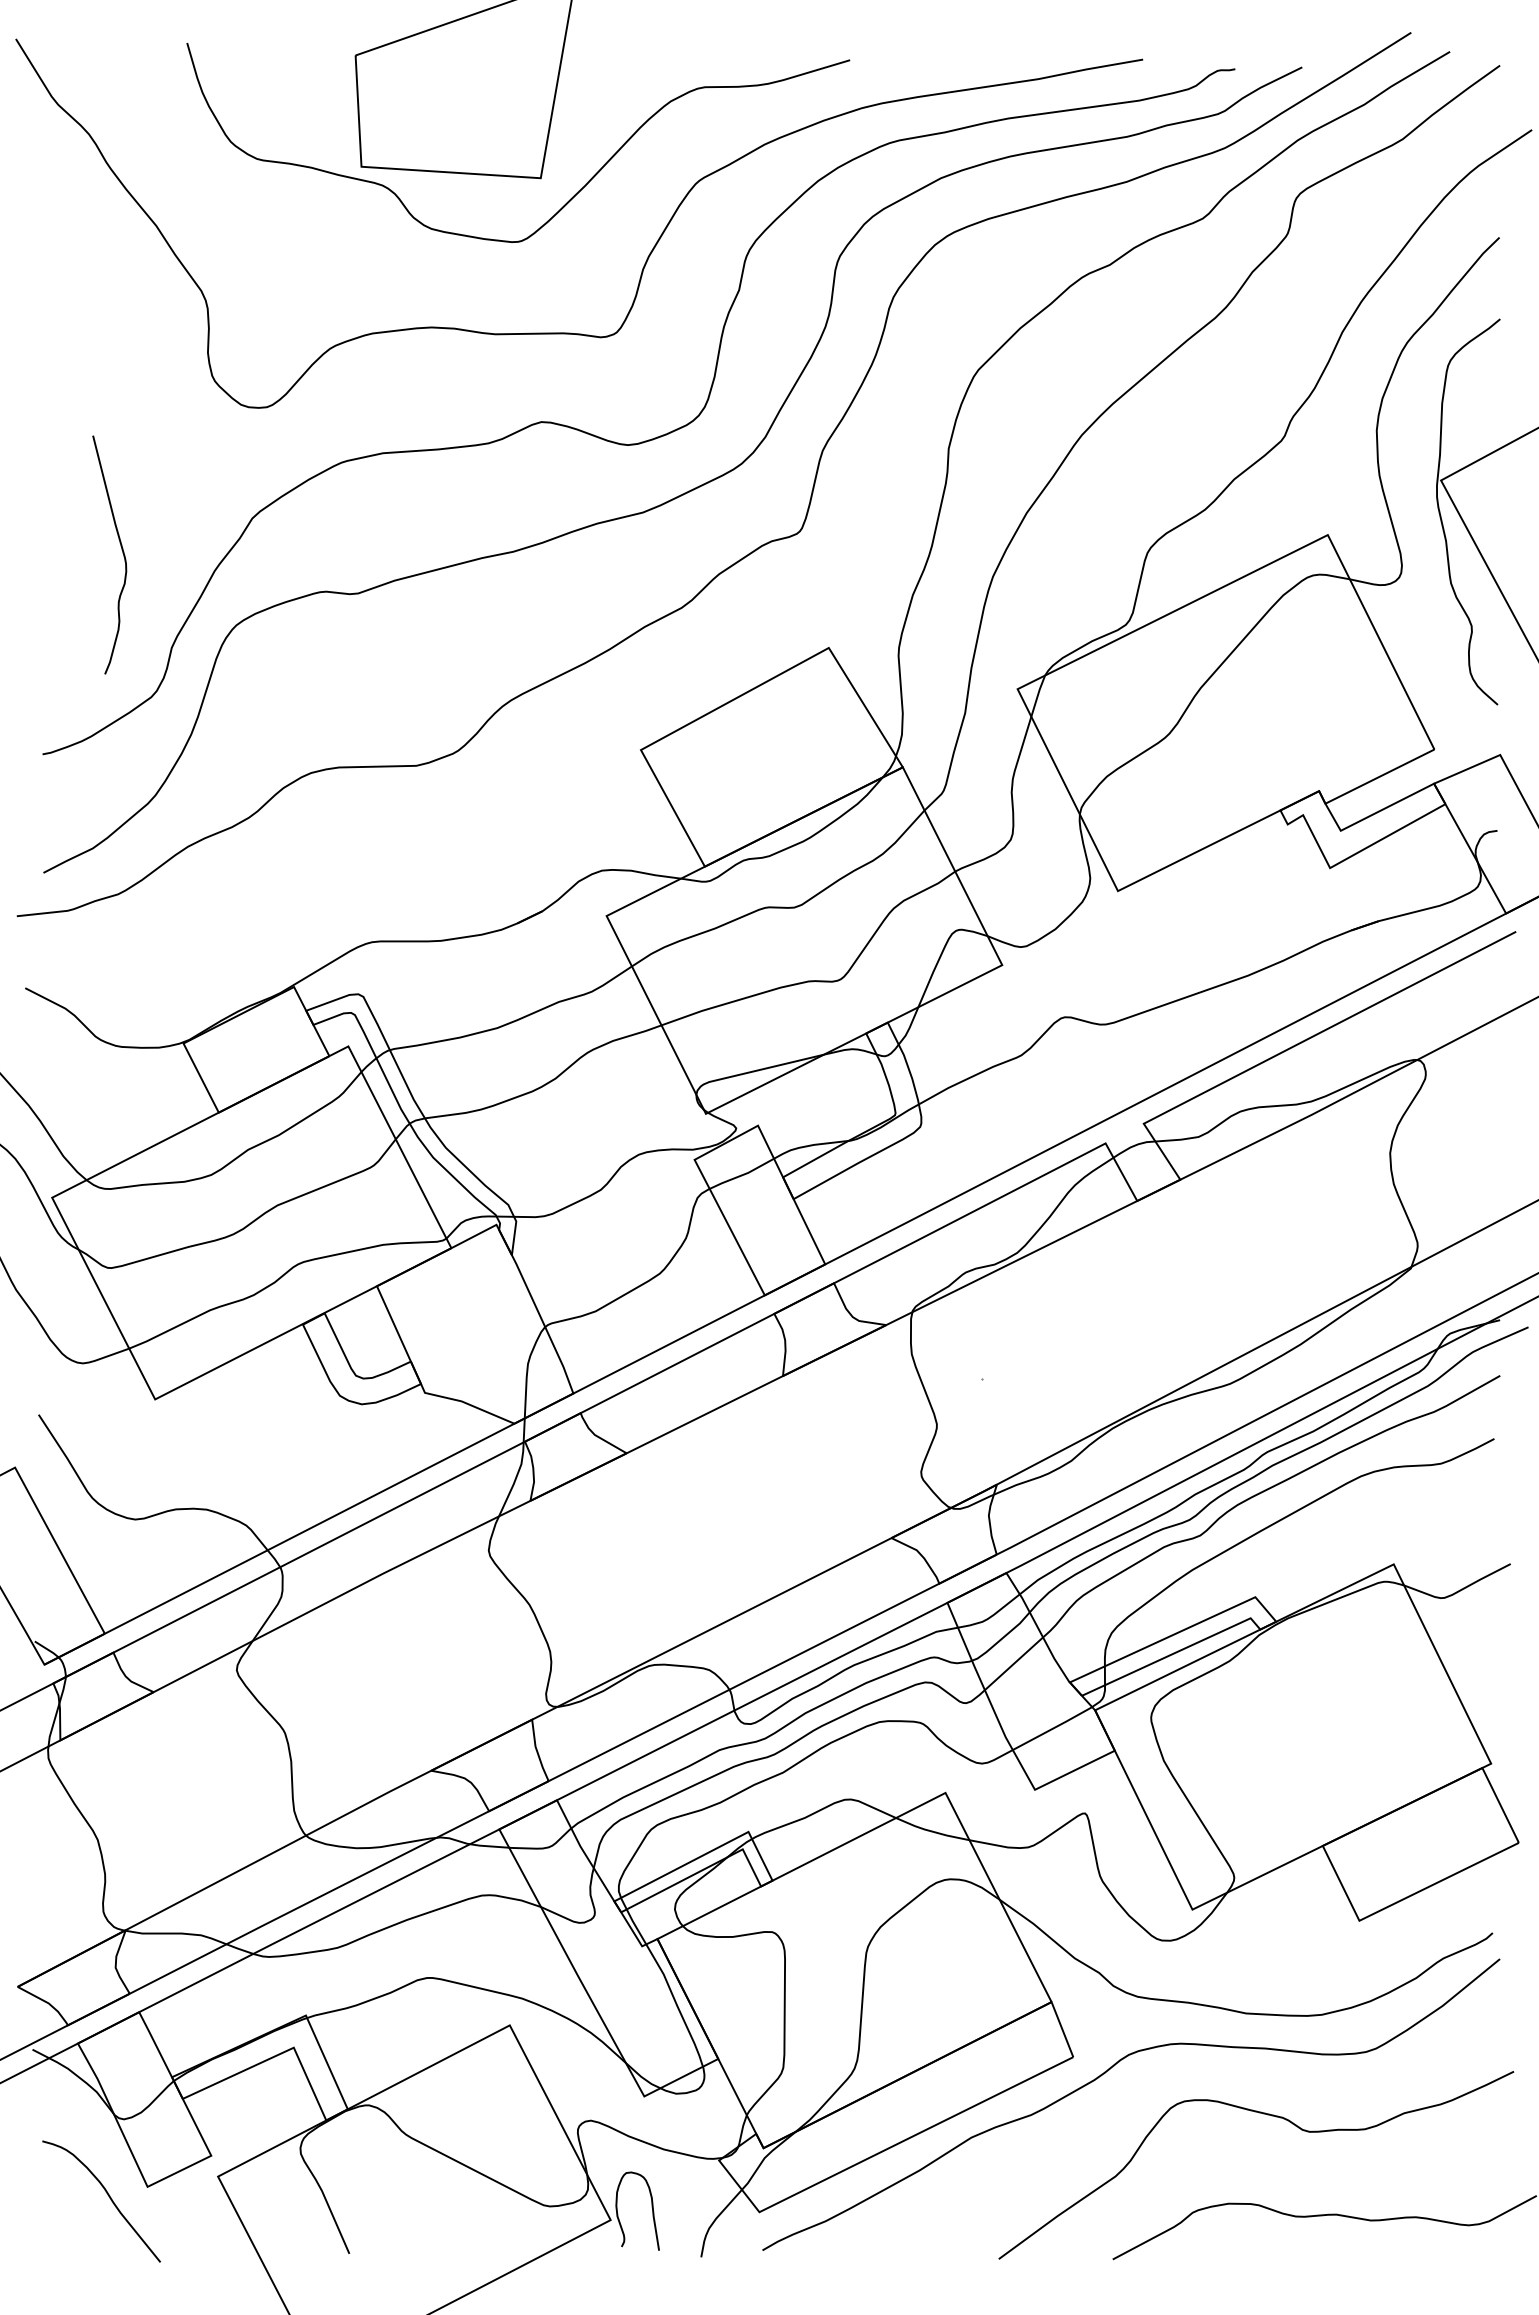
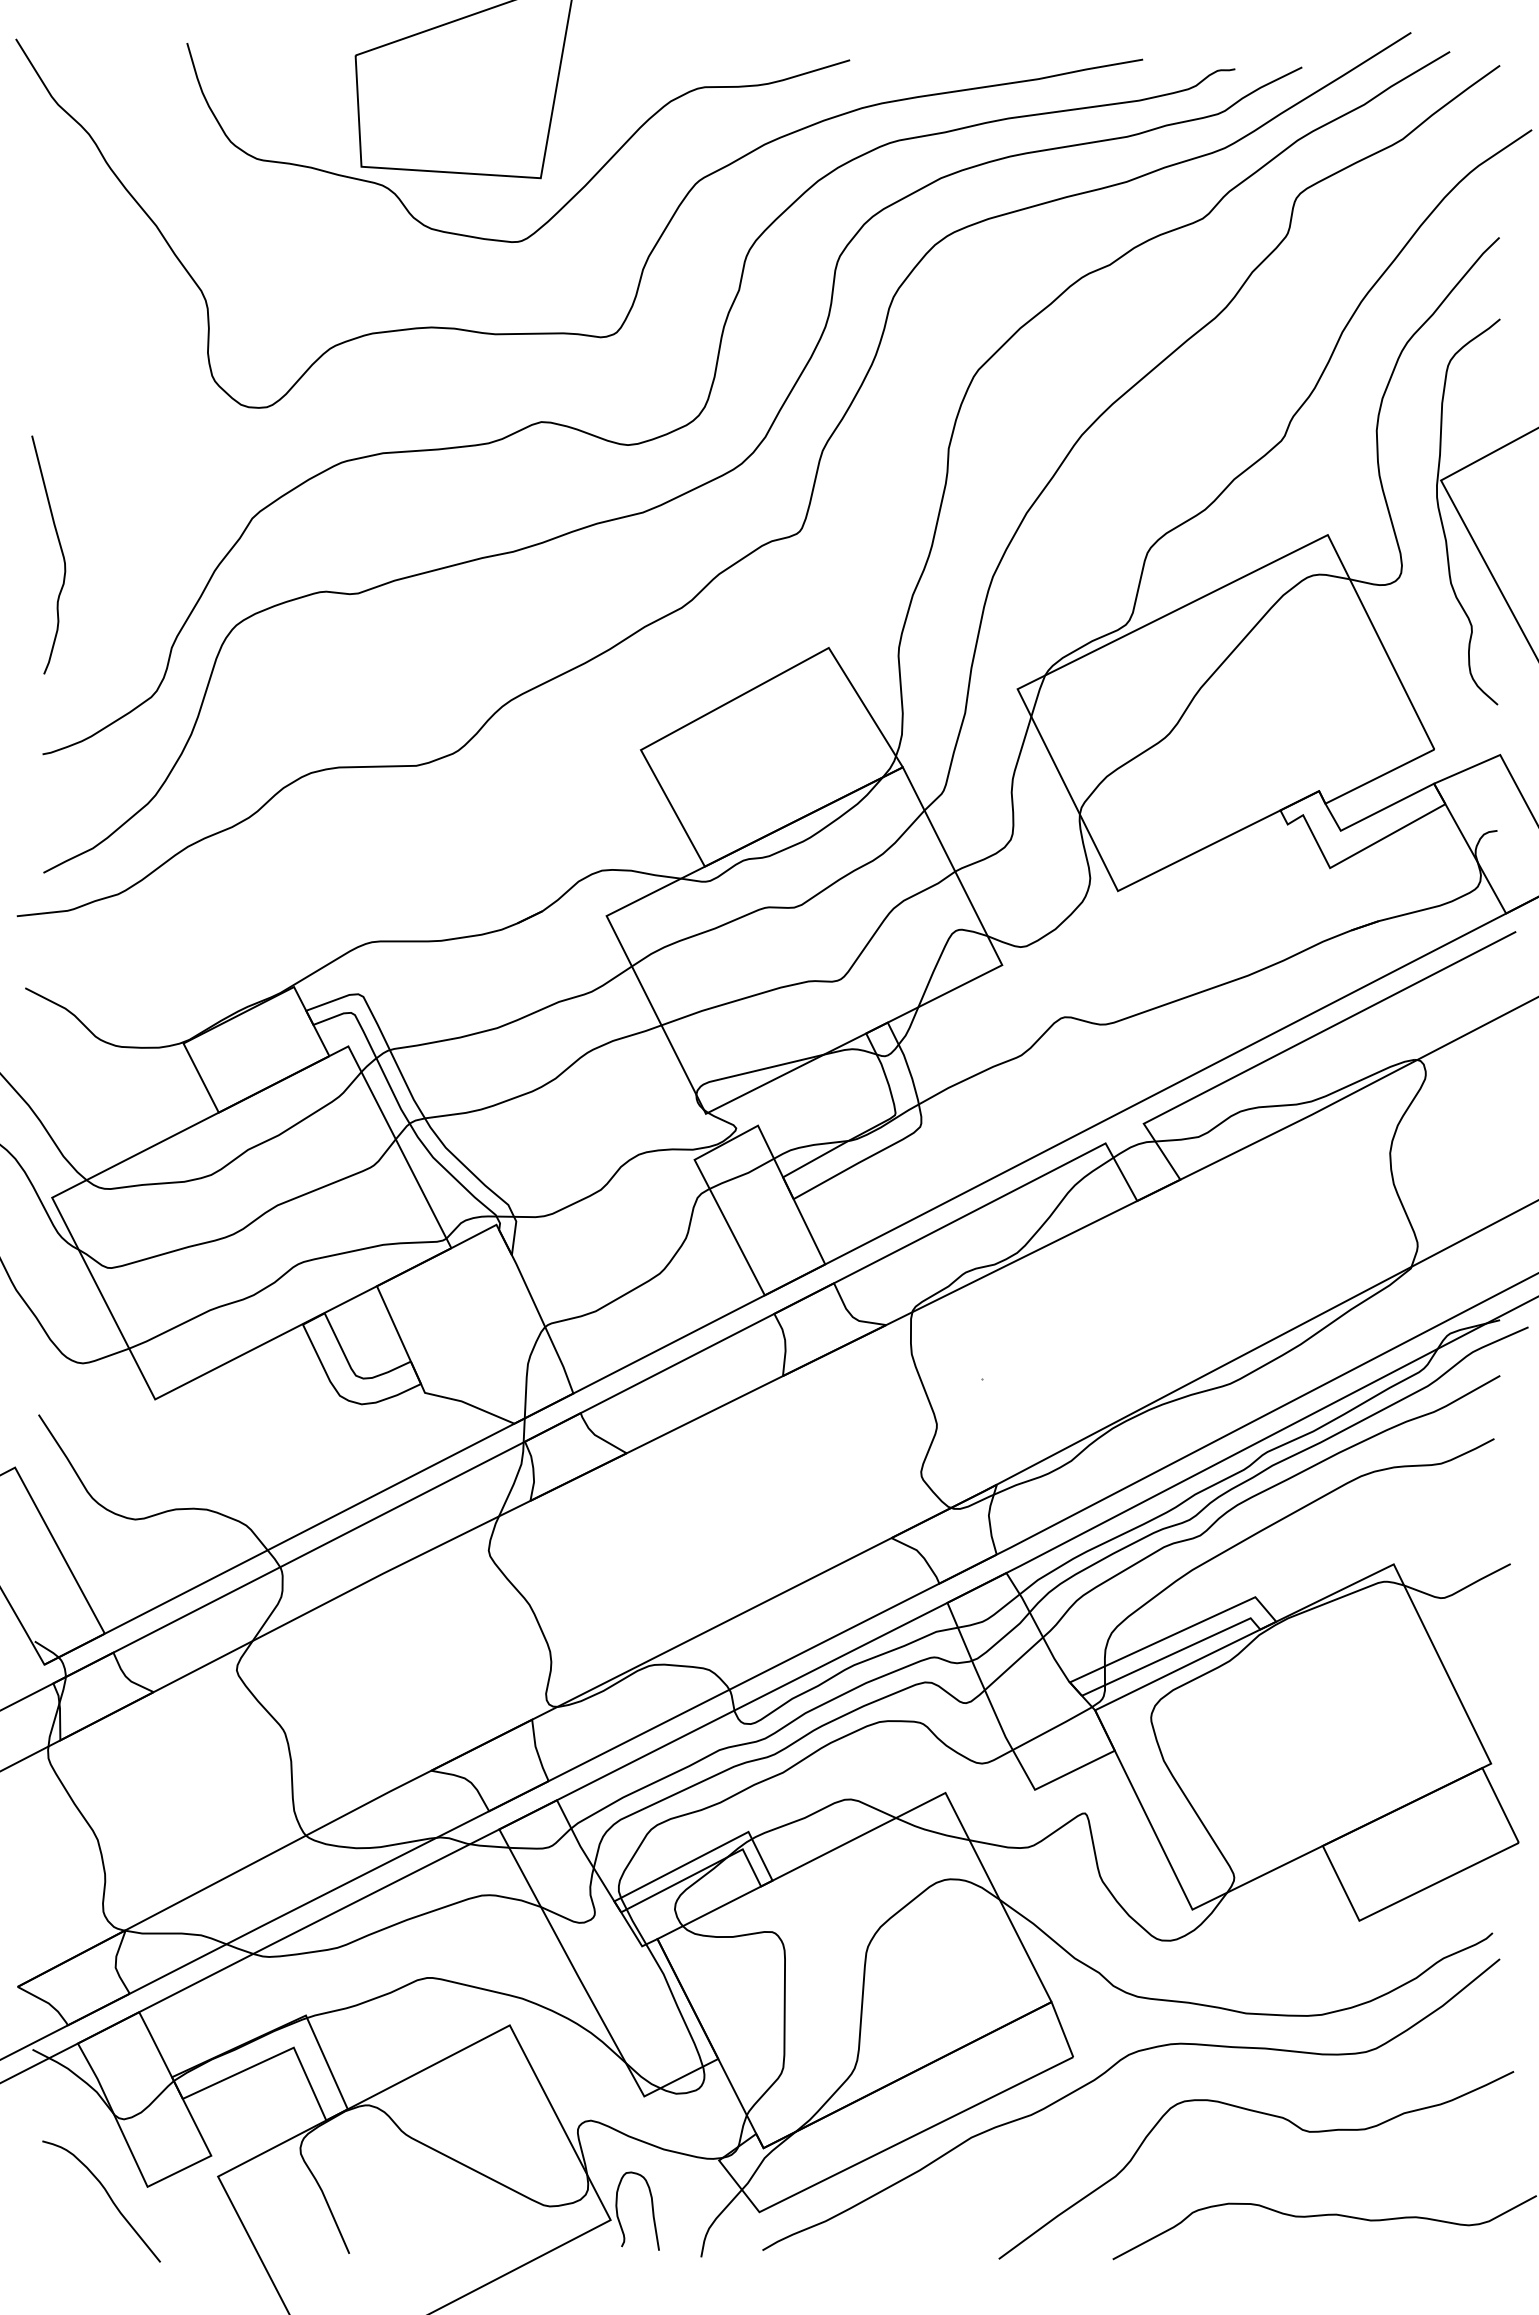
curve at (121, 550) position: (121, 550) -> (60, 550)
